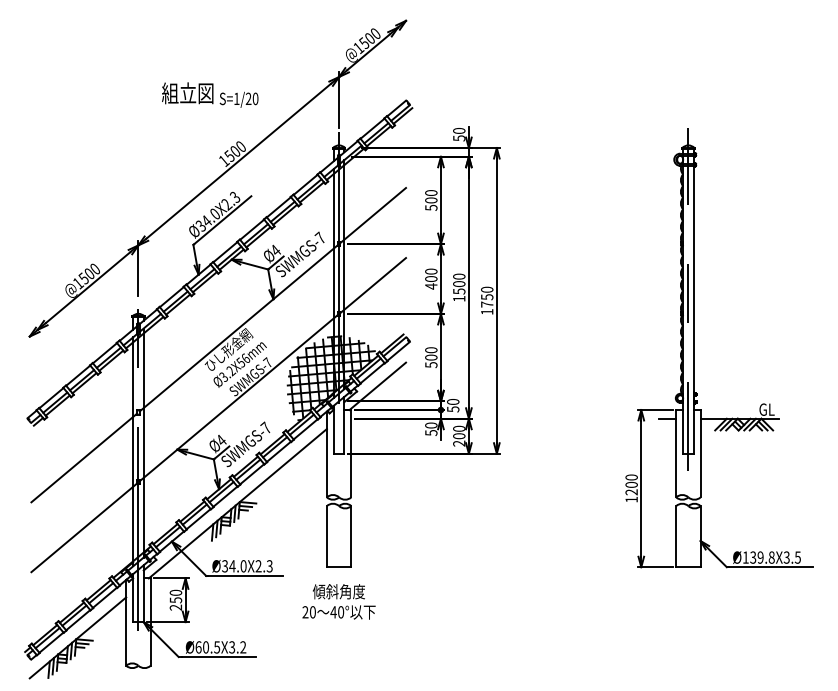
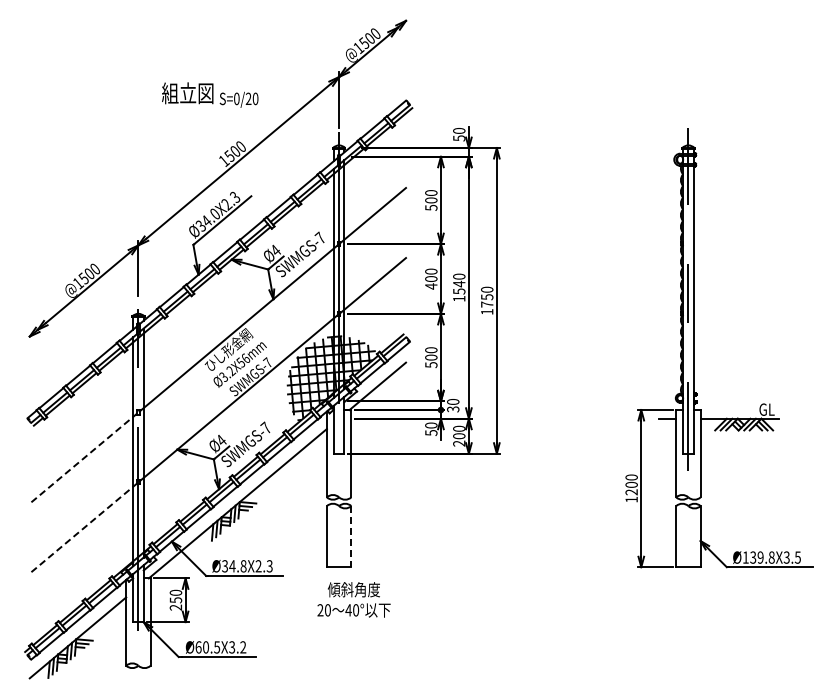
text at (236, 98): S=1/20 -> S=0/20
text at (459, 283): 1500 -> 1540
text at (452, 409): 50 -> 30
line at (84, 457): solid -> dashed
line at (84, 527): solid -> dashed
line at (351, 536): solid -> dashed
text at (243, 566): Ø34.0X2.3 -> Ø34.8X2.3
text at (338, 601) position: (338, 601) -> (353, 599)
